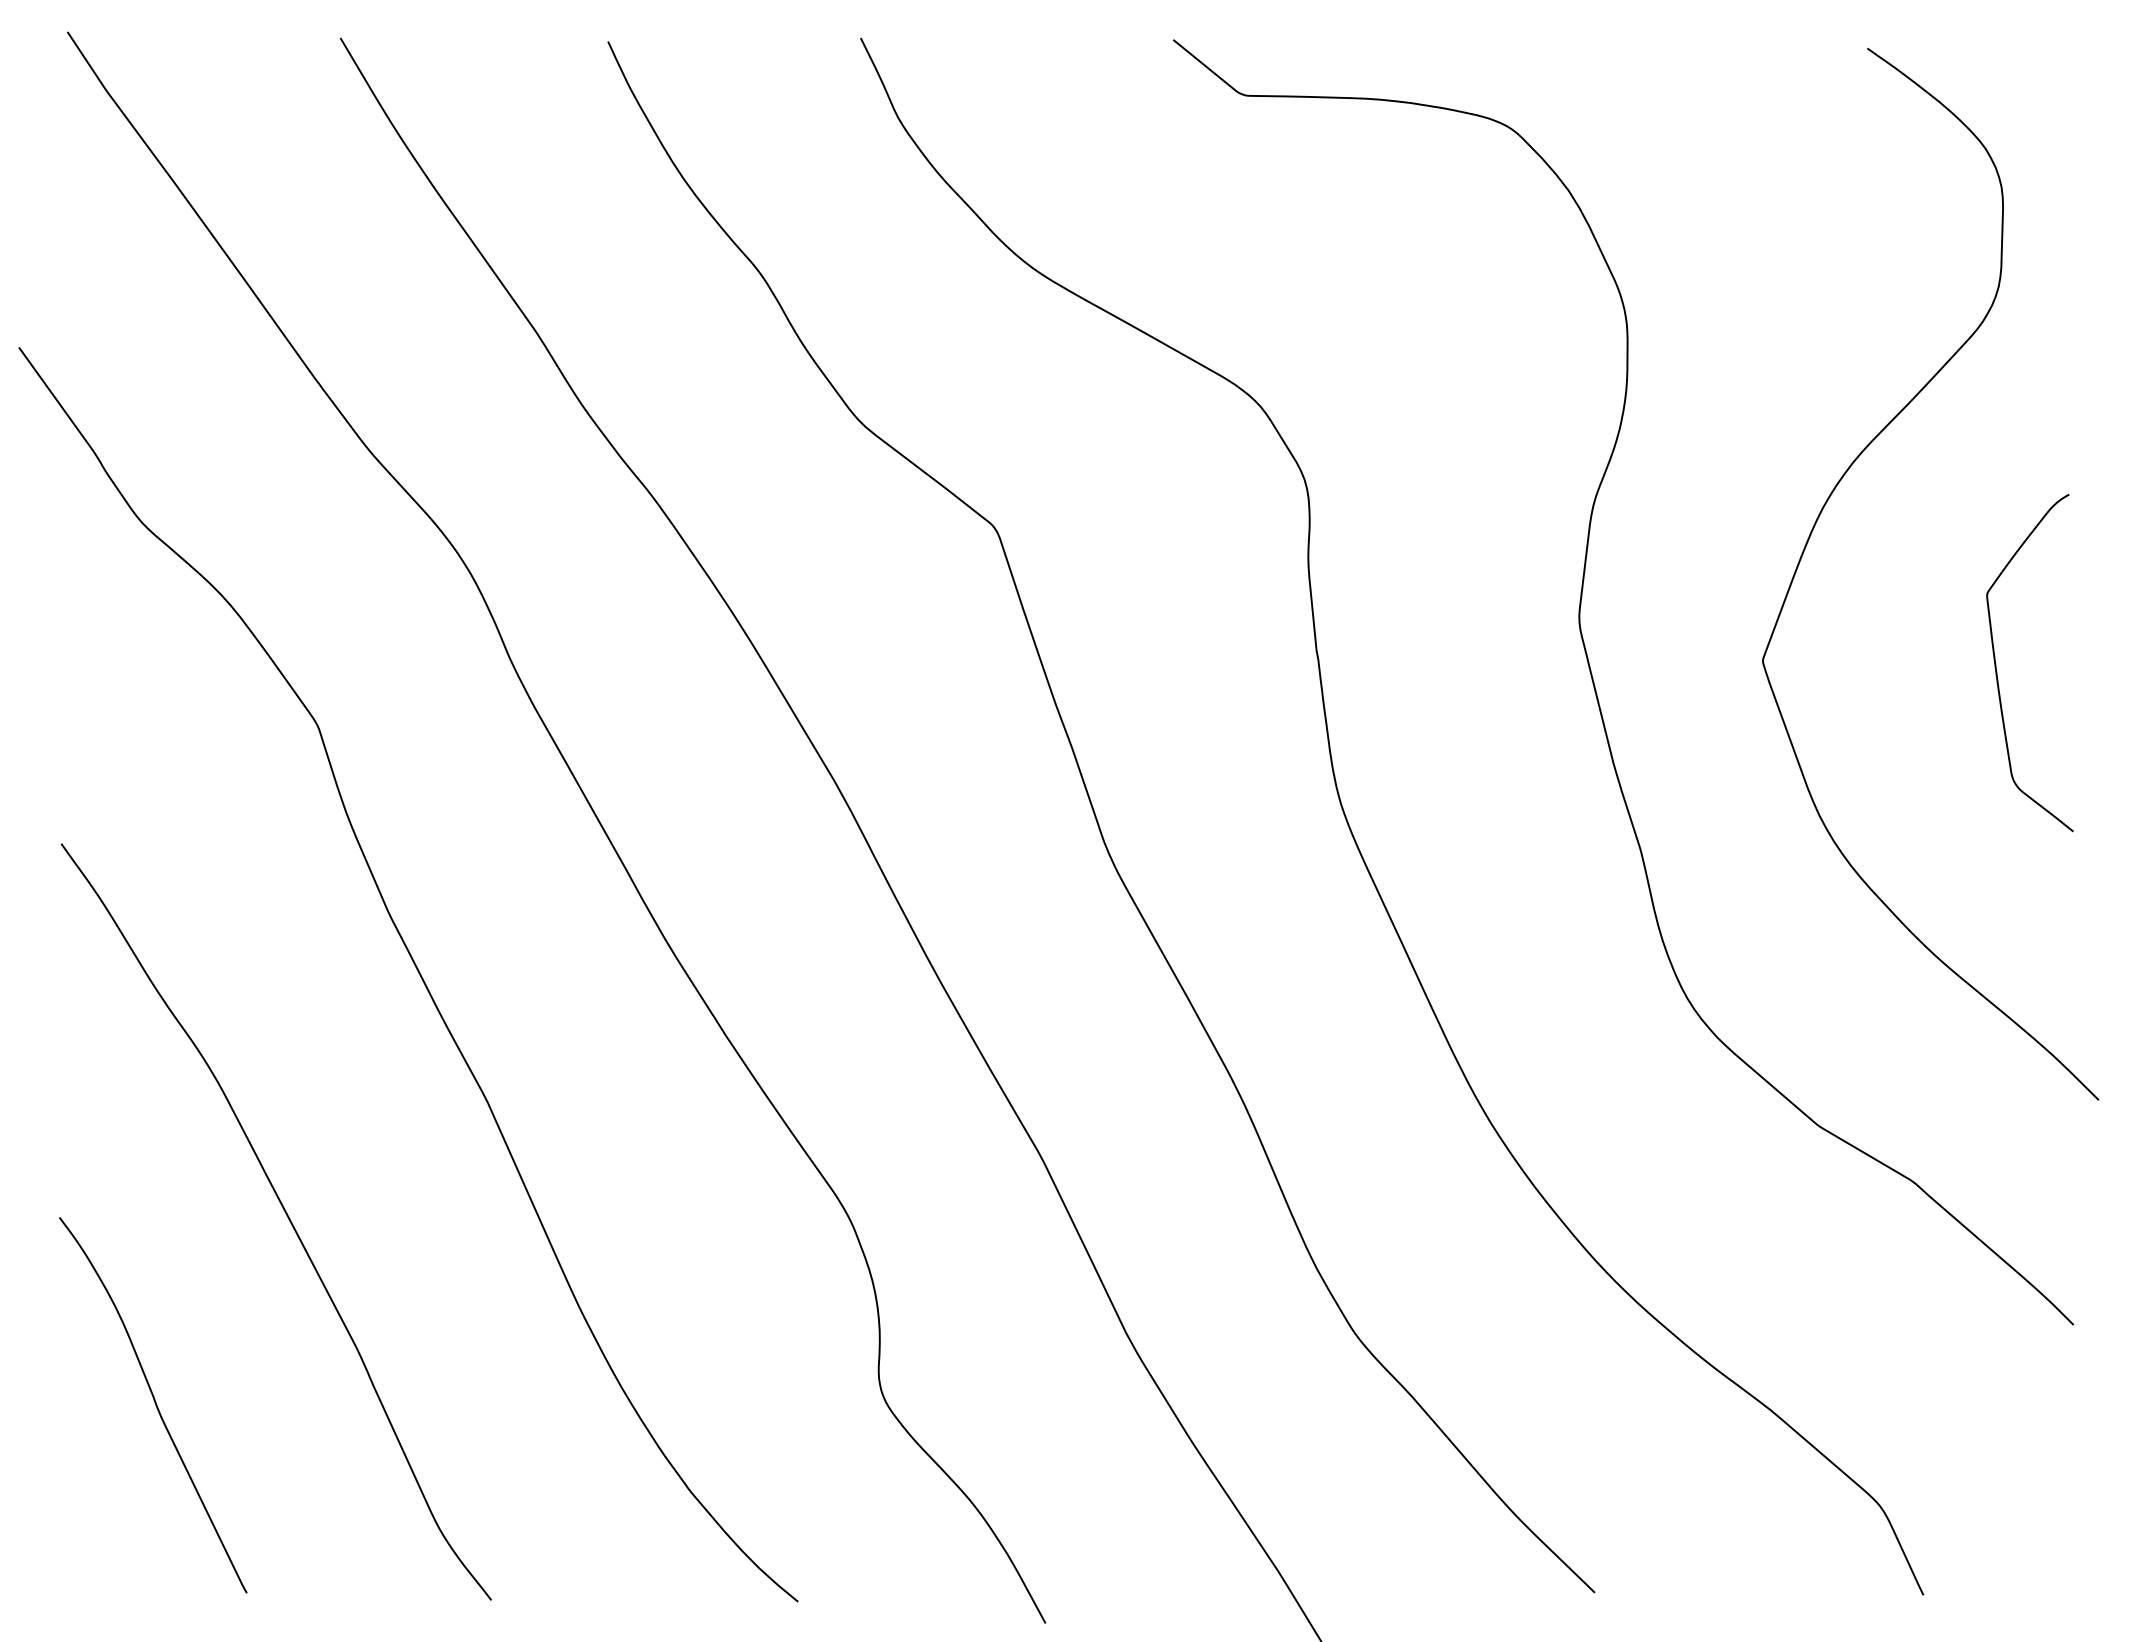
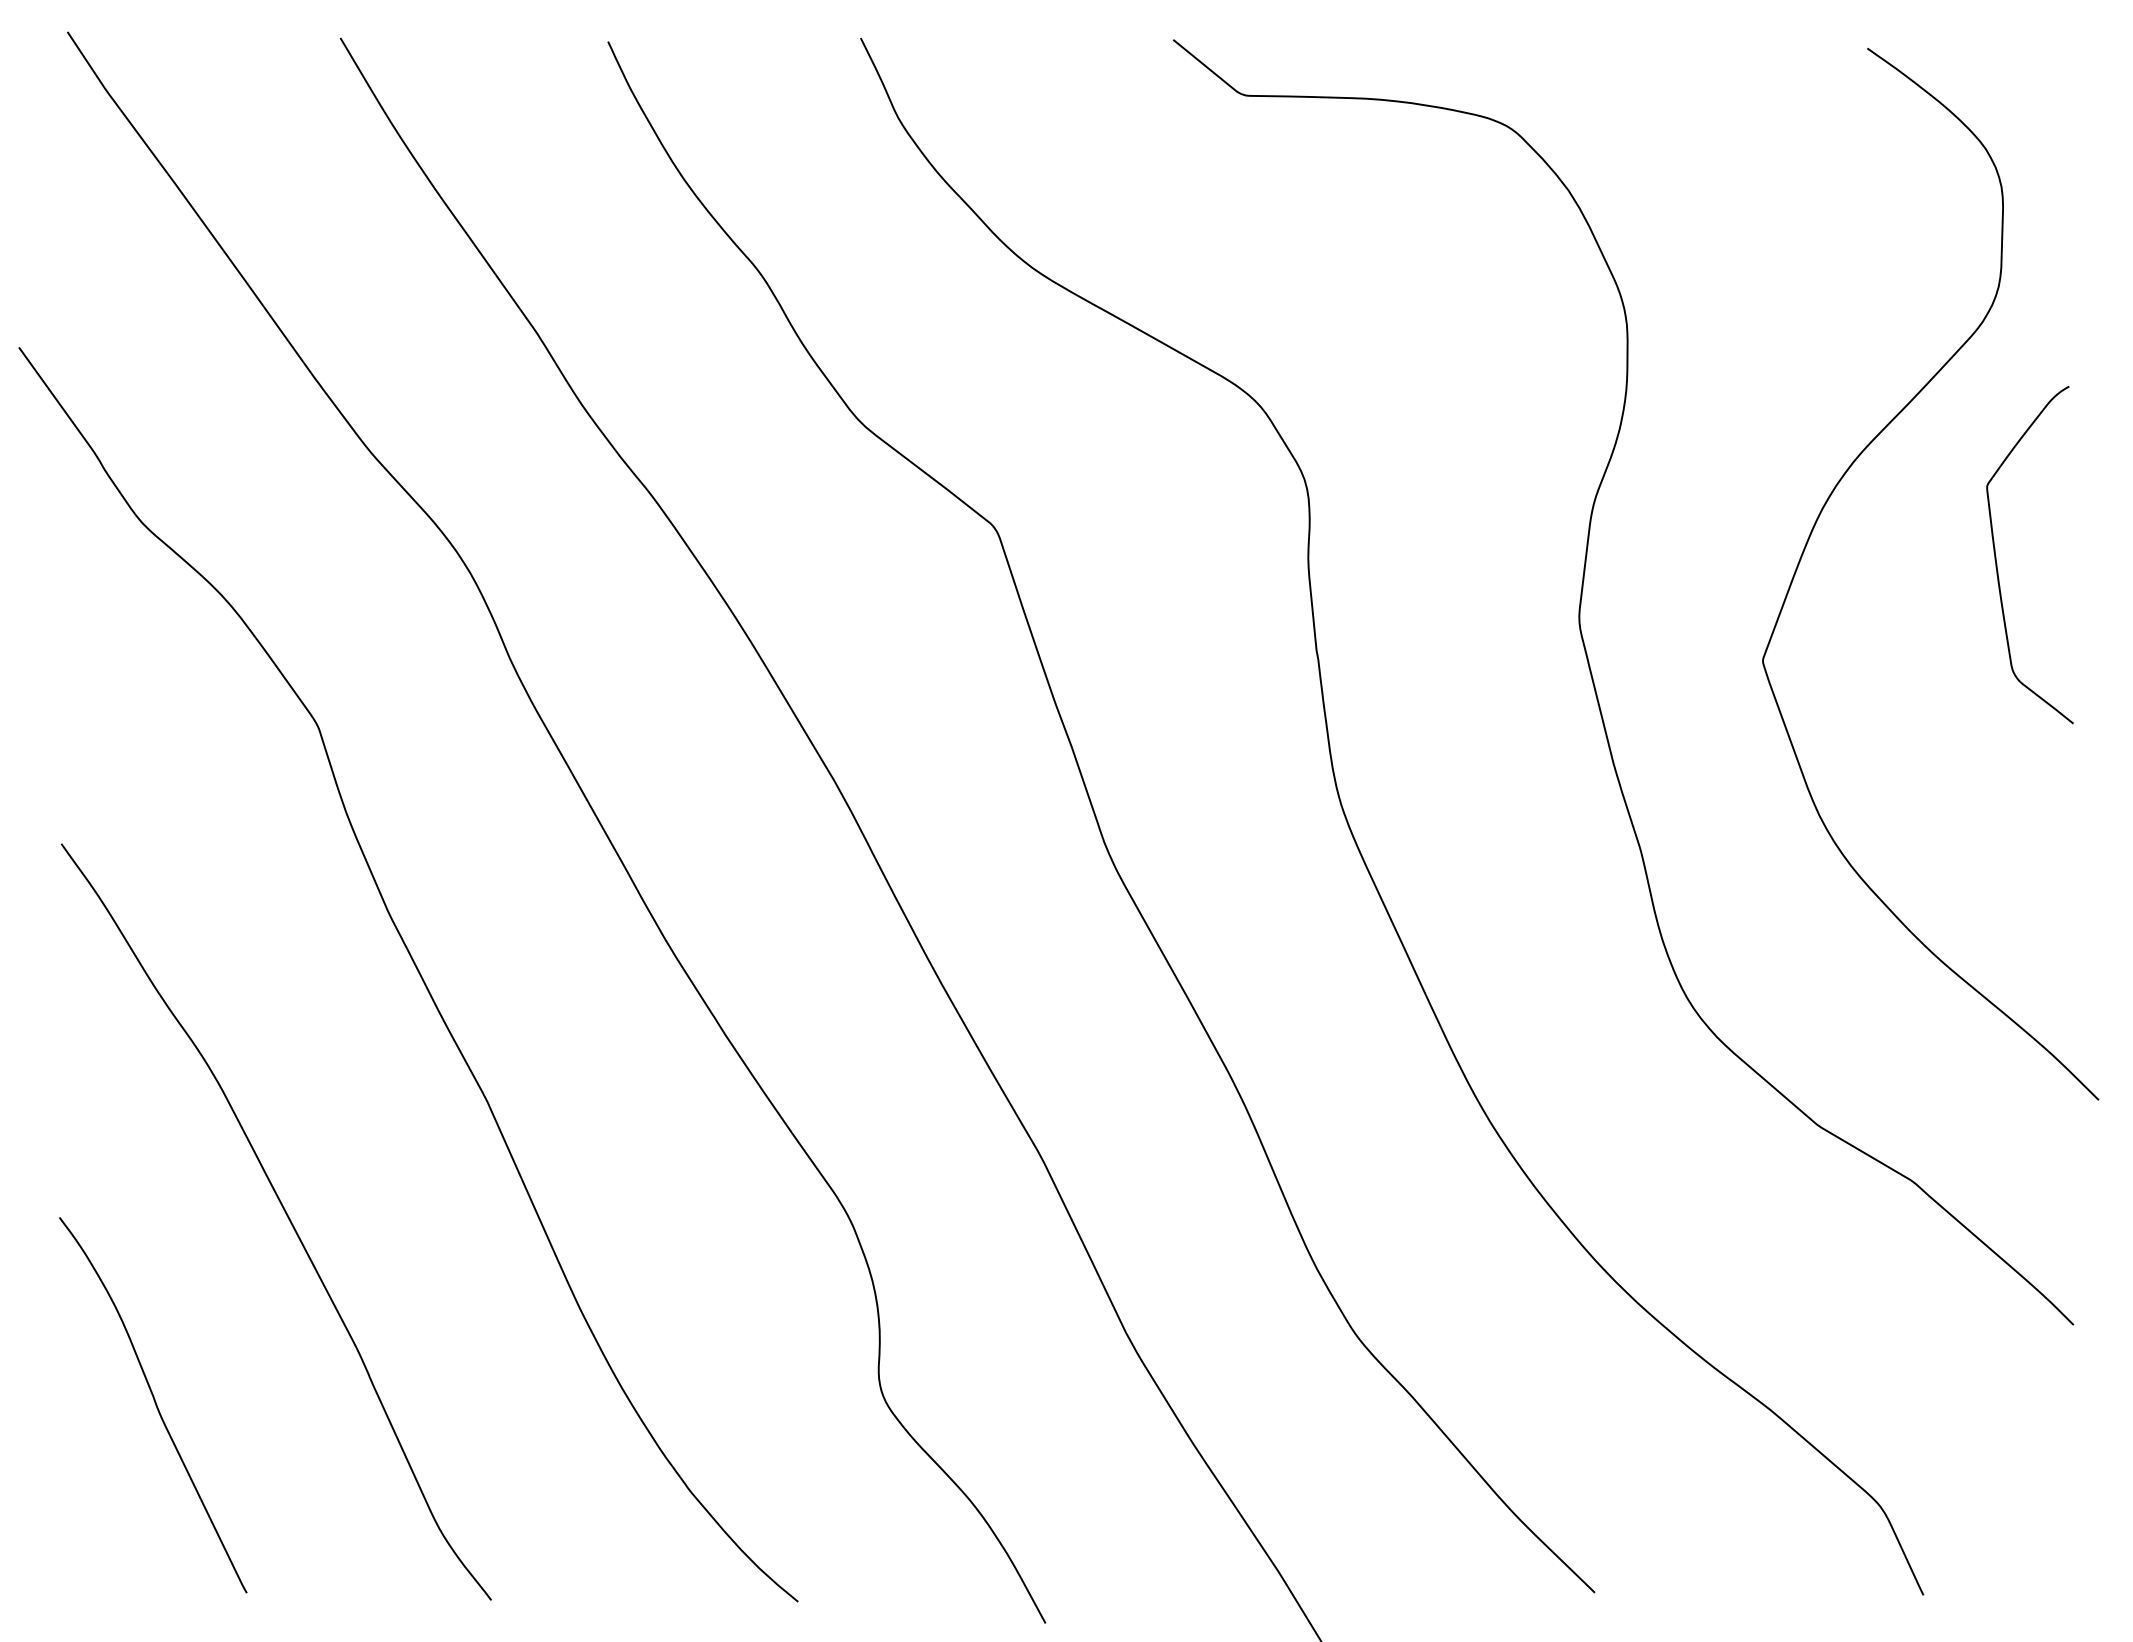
curve at (1996, 663) position: (1996, 663) -> (1996, 555)
